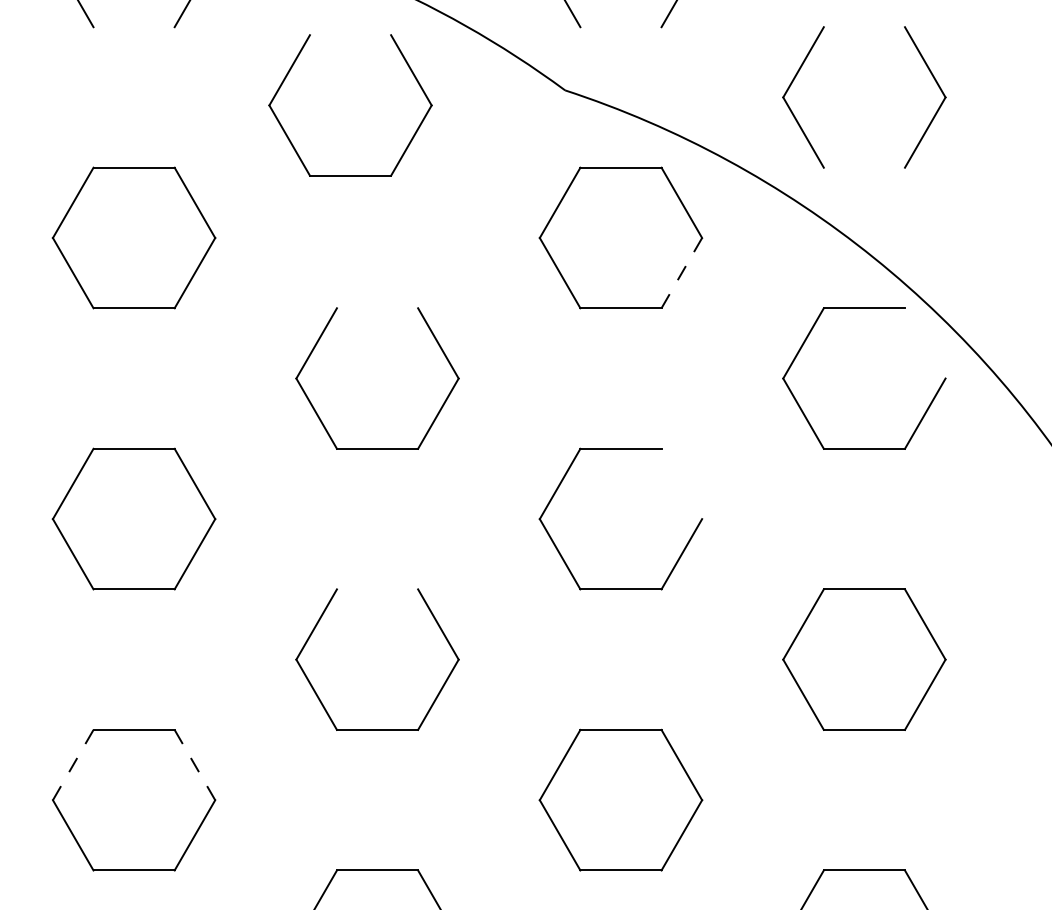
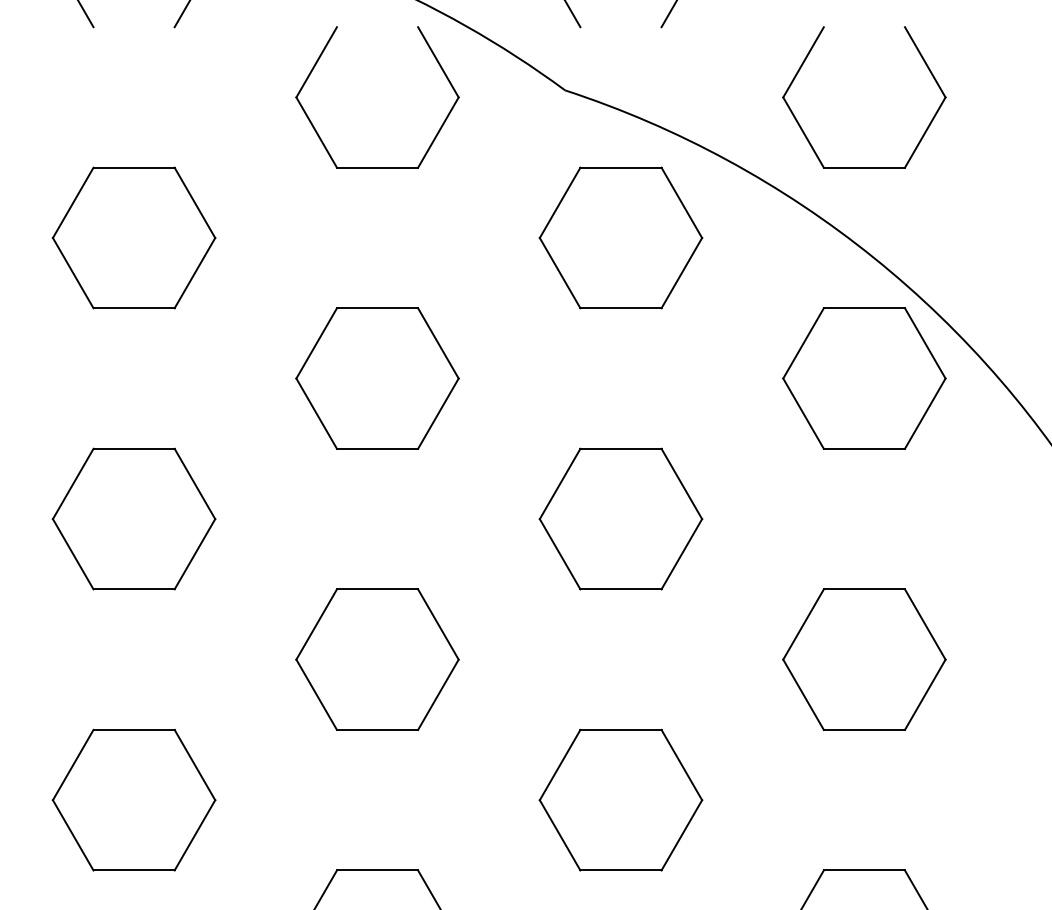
part at (290, 71) position: (290, 71) -> (317, 63)
line at (863, 167): none -> present
line at (681, 273): dashed -> solid
line at (377, 308): none -> present
line at (924, 343): none -> present
line at (681, 483): none -> present
line at (377, 589): none -> present
line at (73, 765): dashed -> solid
line at (194, 765): dashed -> solid
